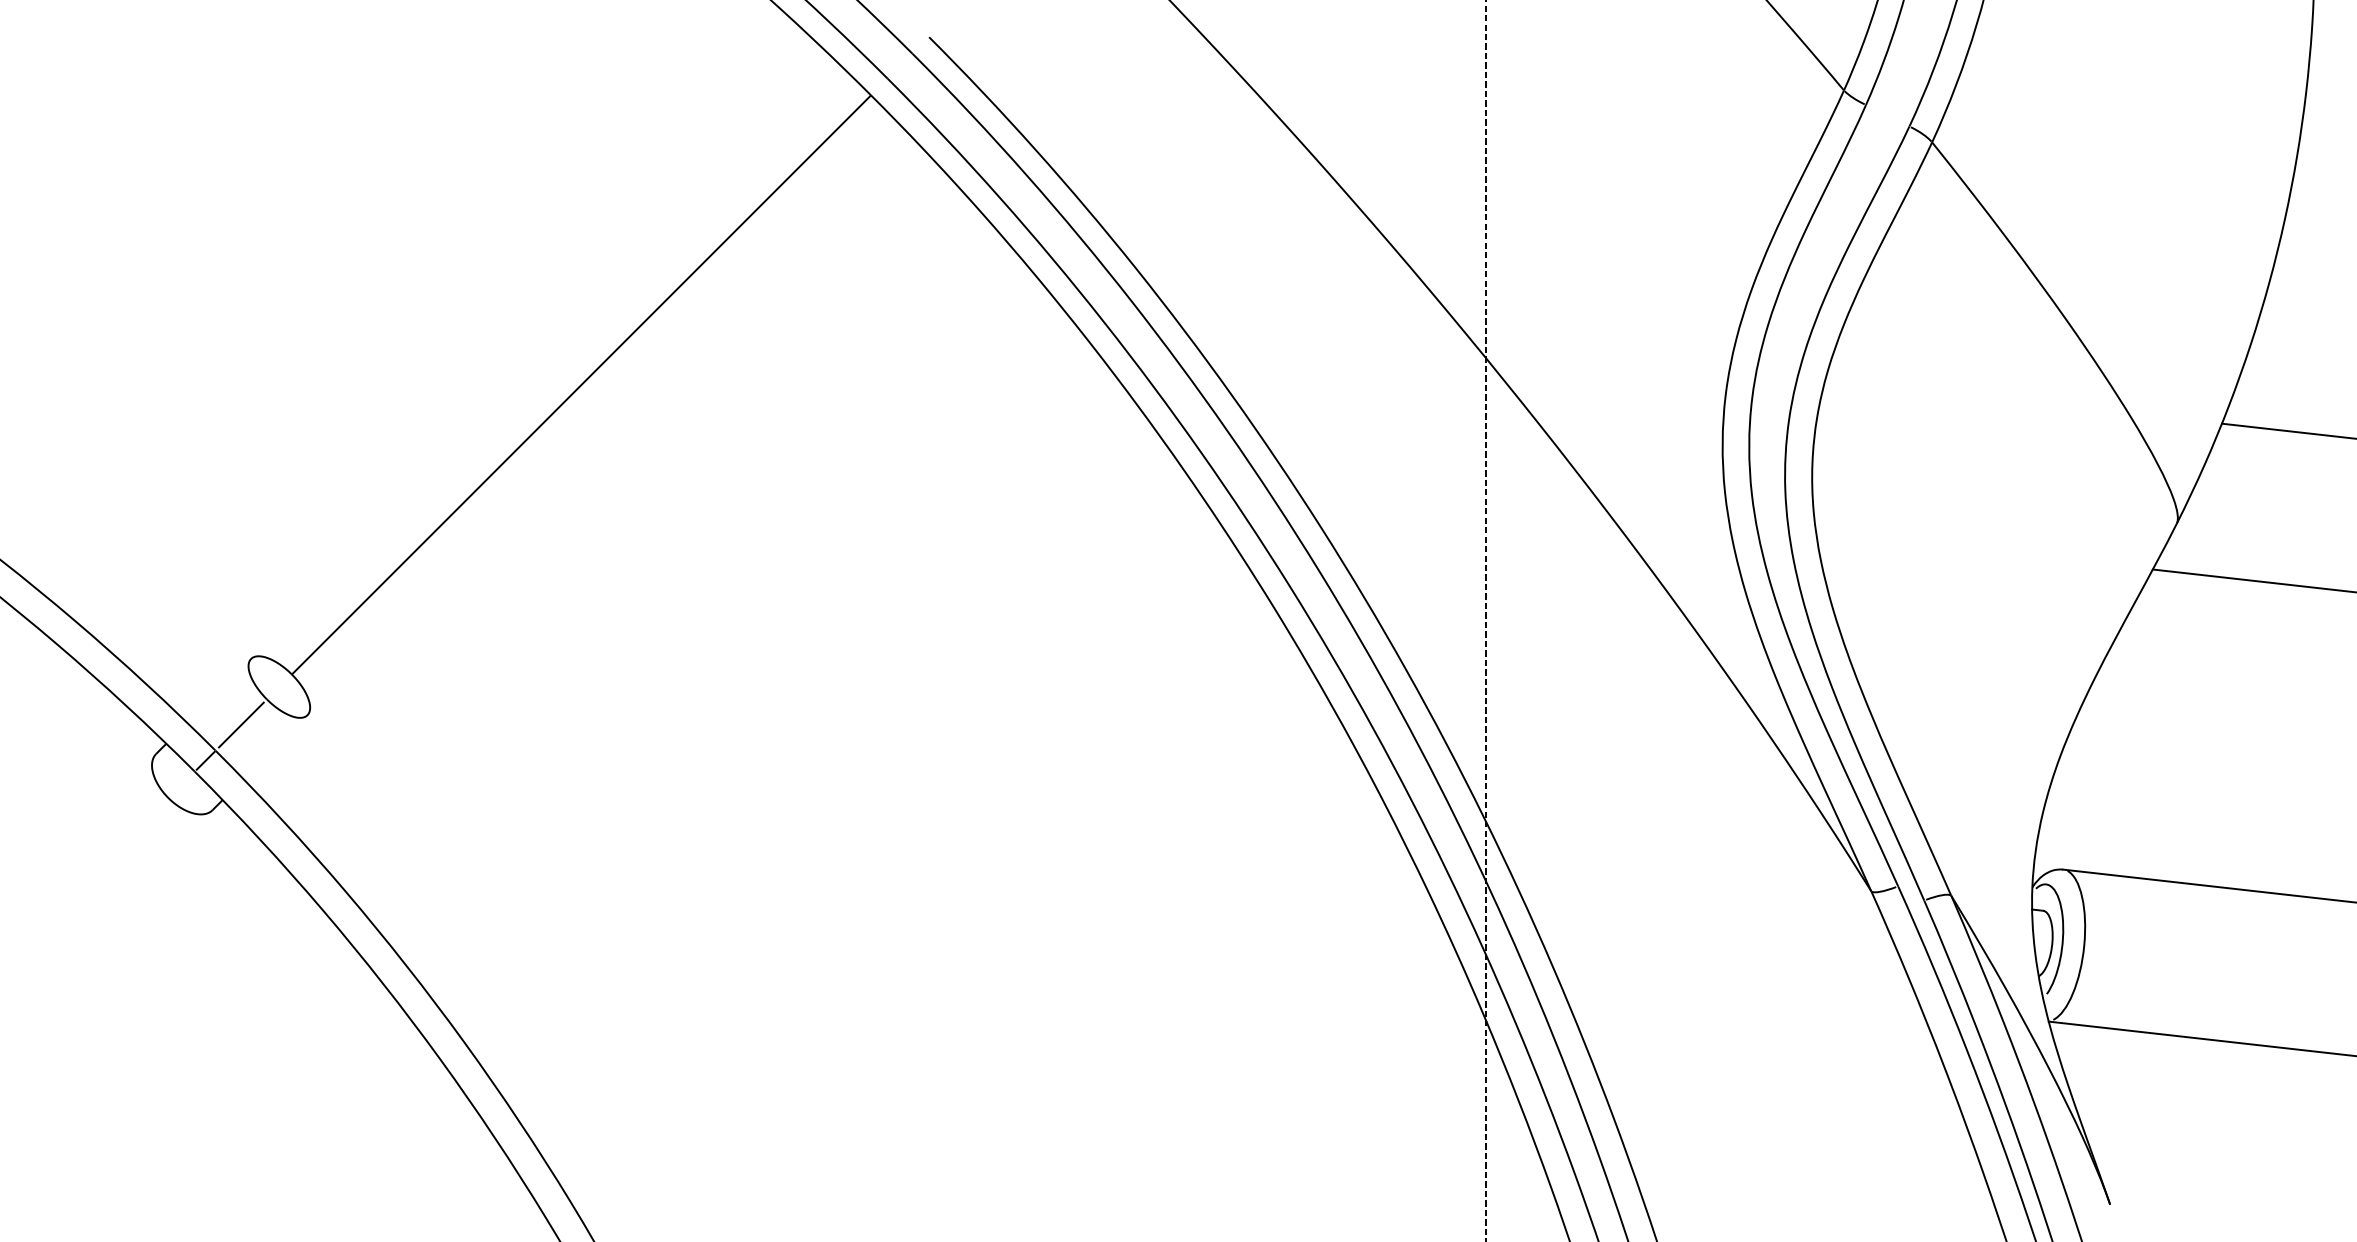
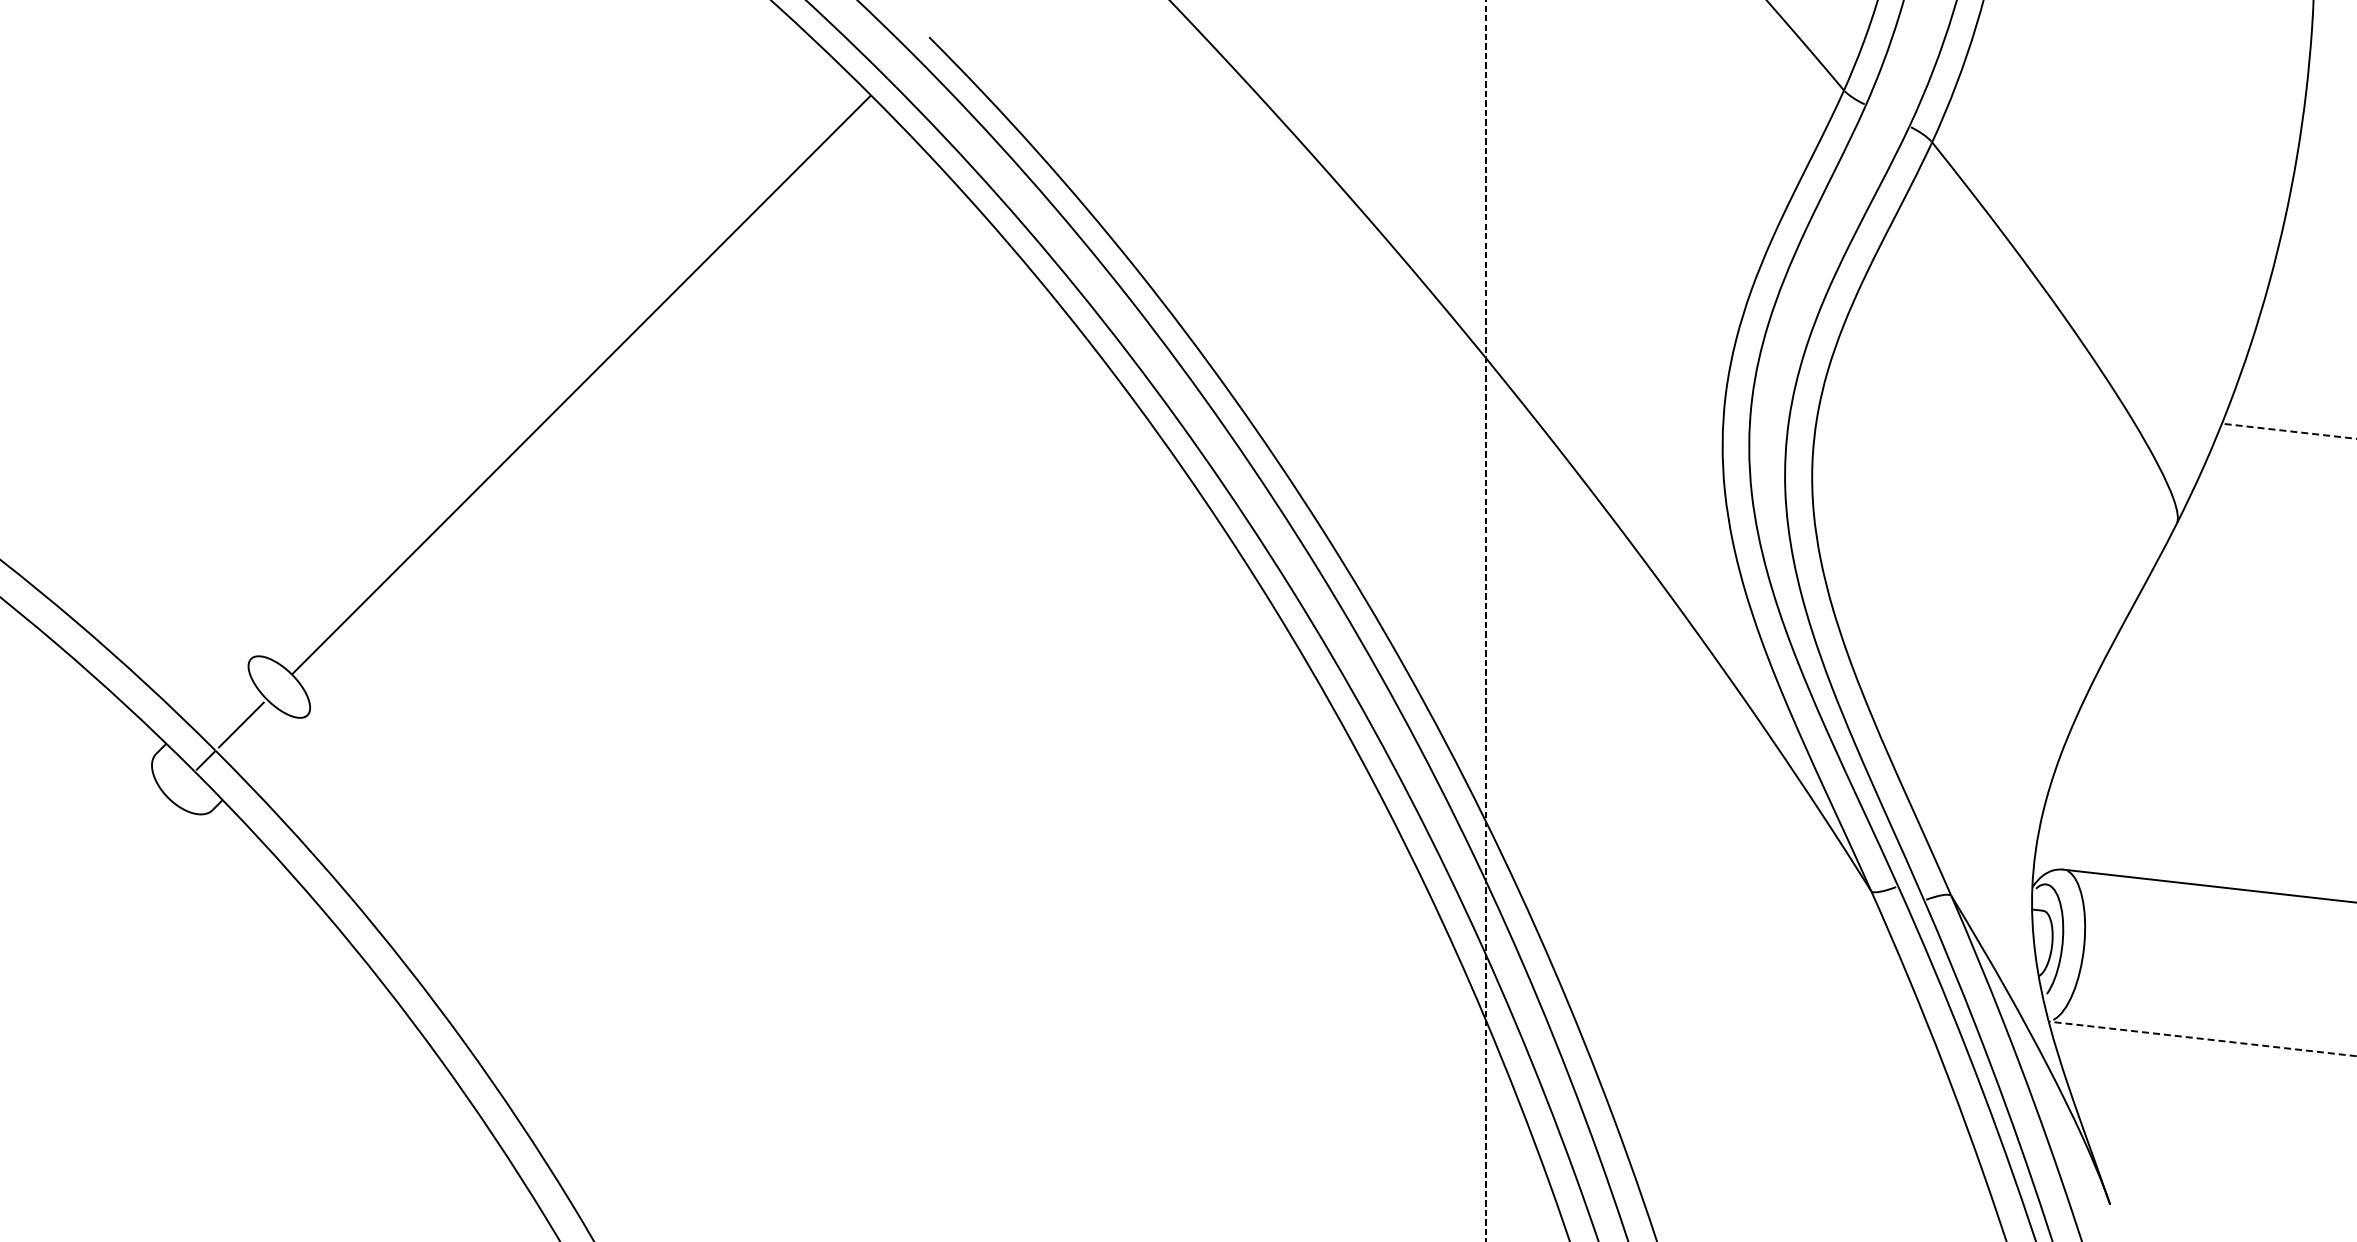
line at (2289, 431): solid -> dashed
line at (2252, 580): present -> none
line at (2202, 1038): solid -> dashed
